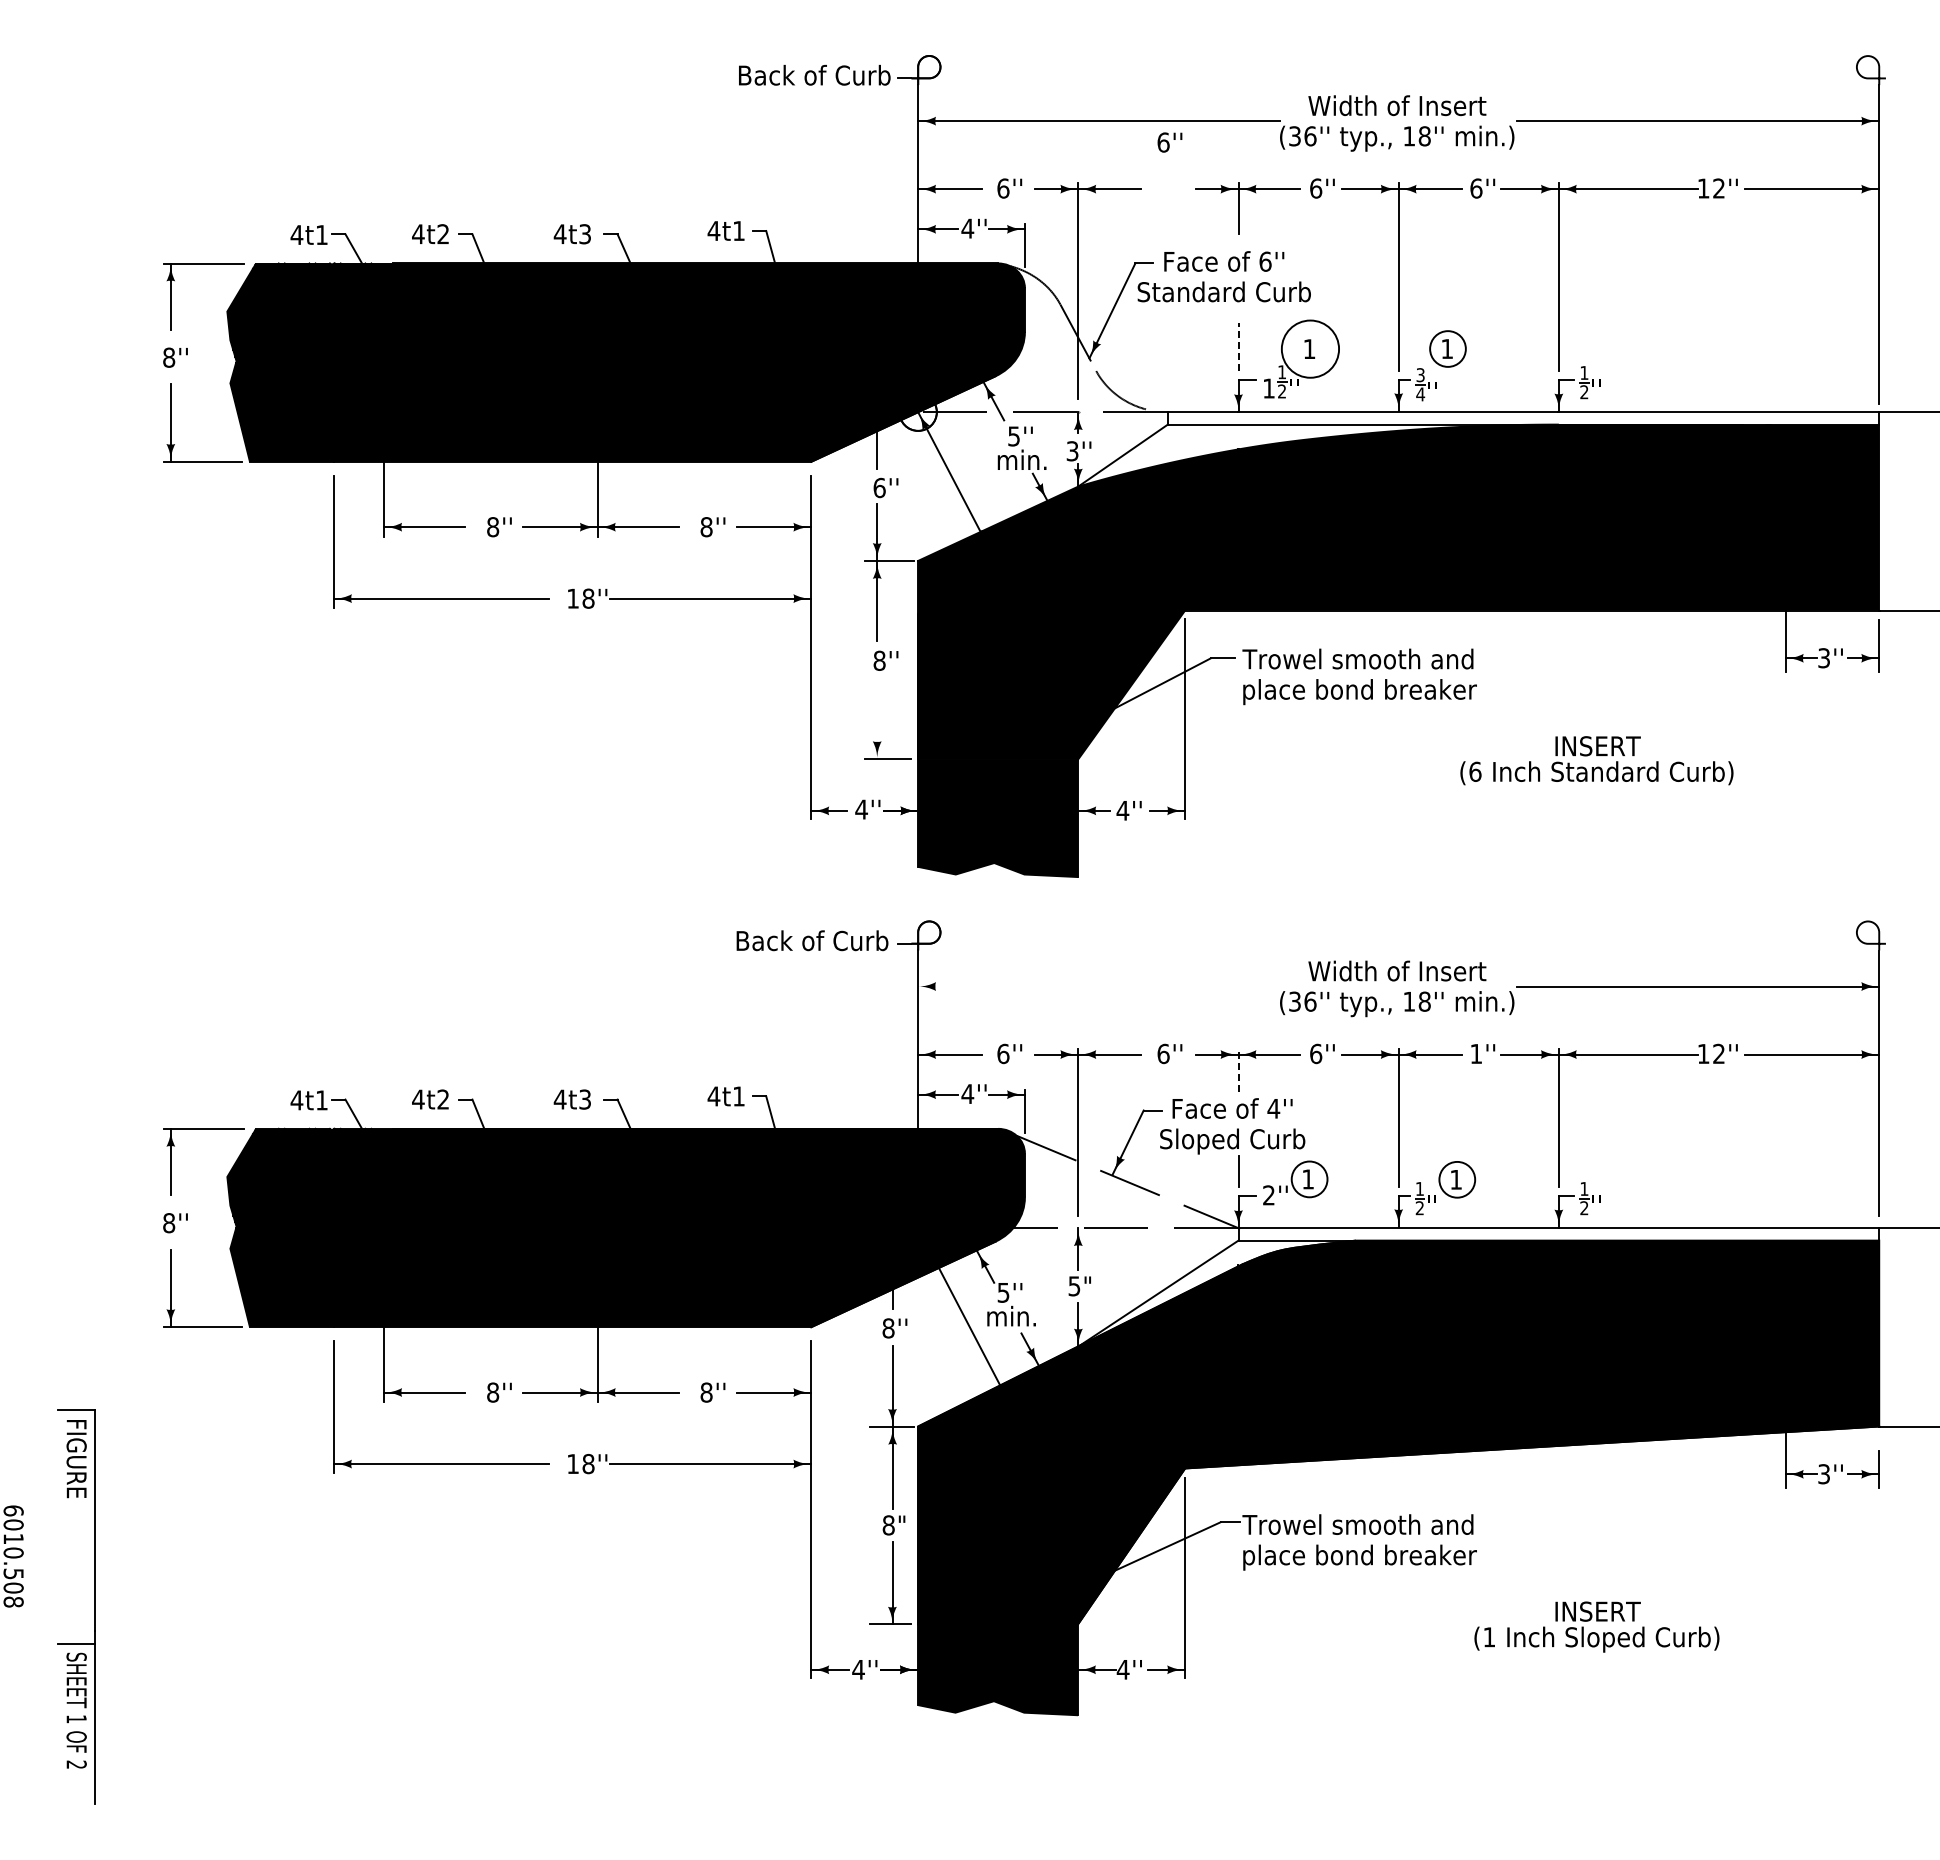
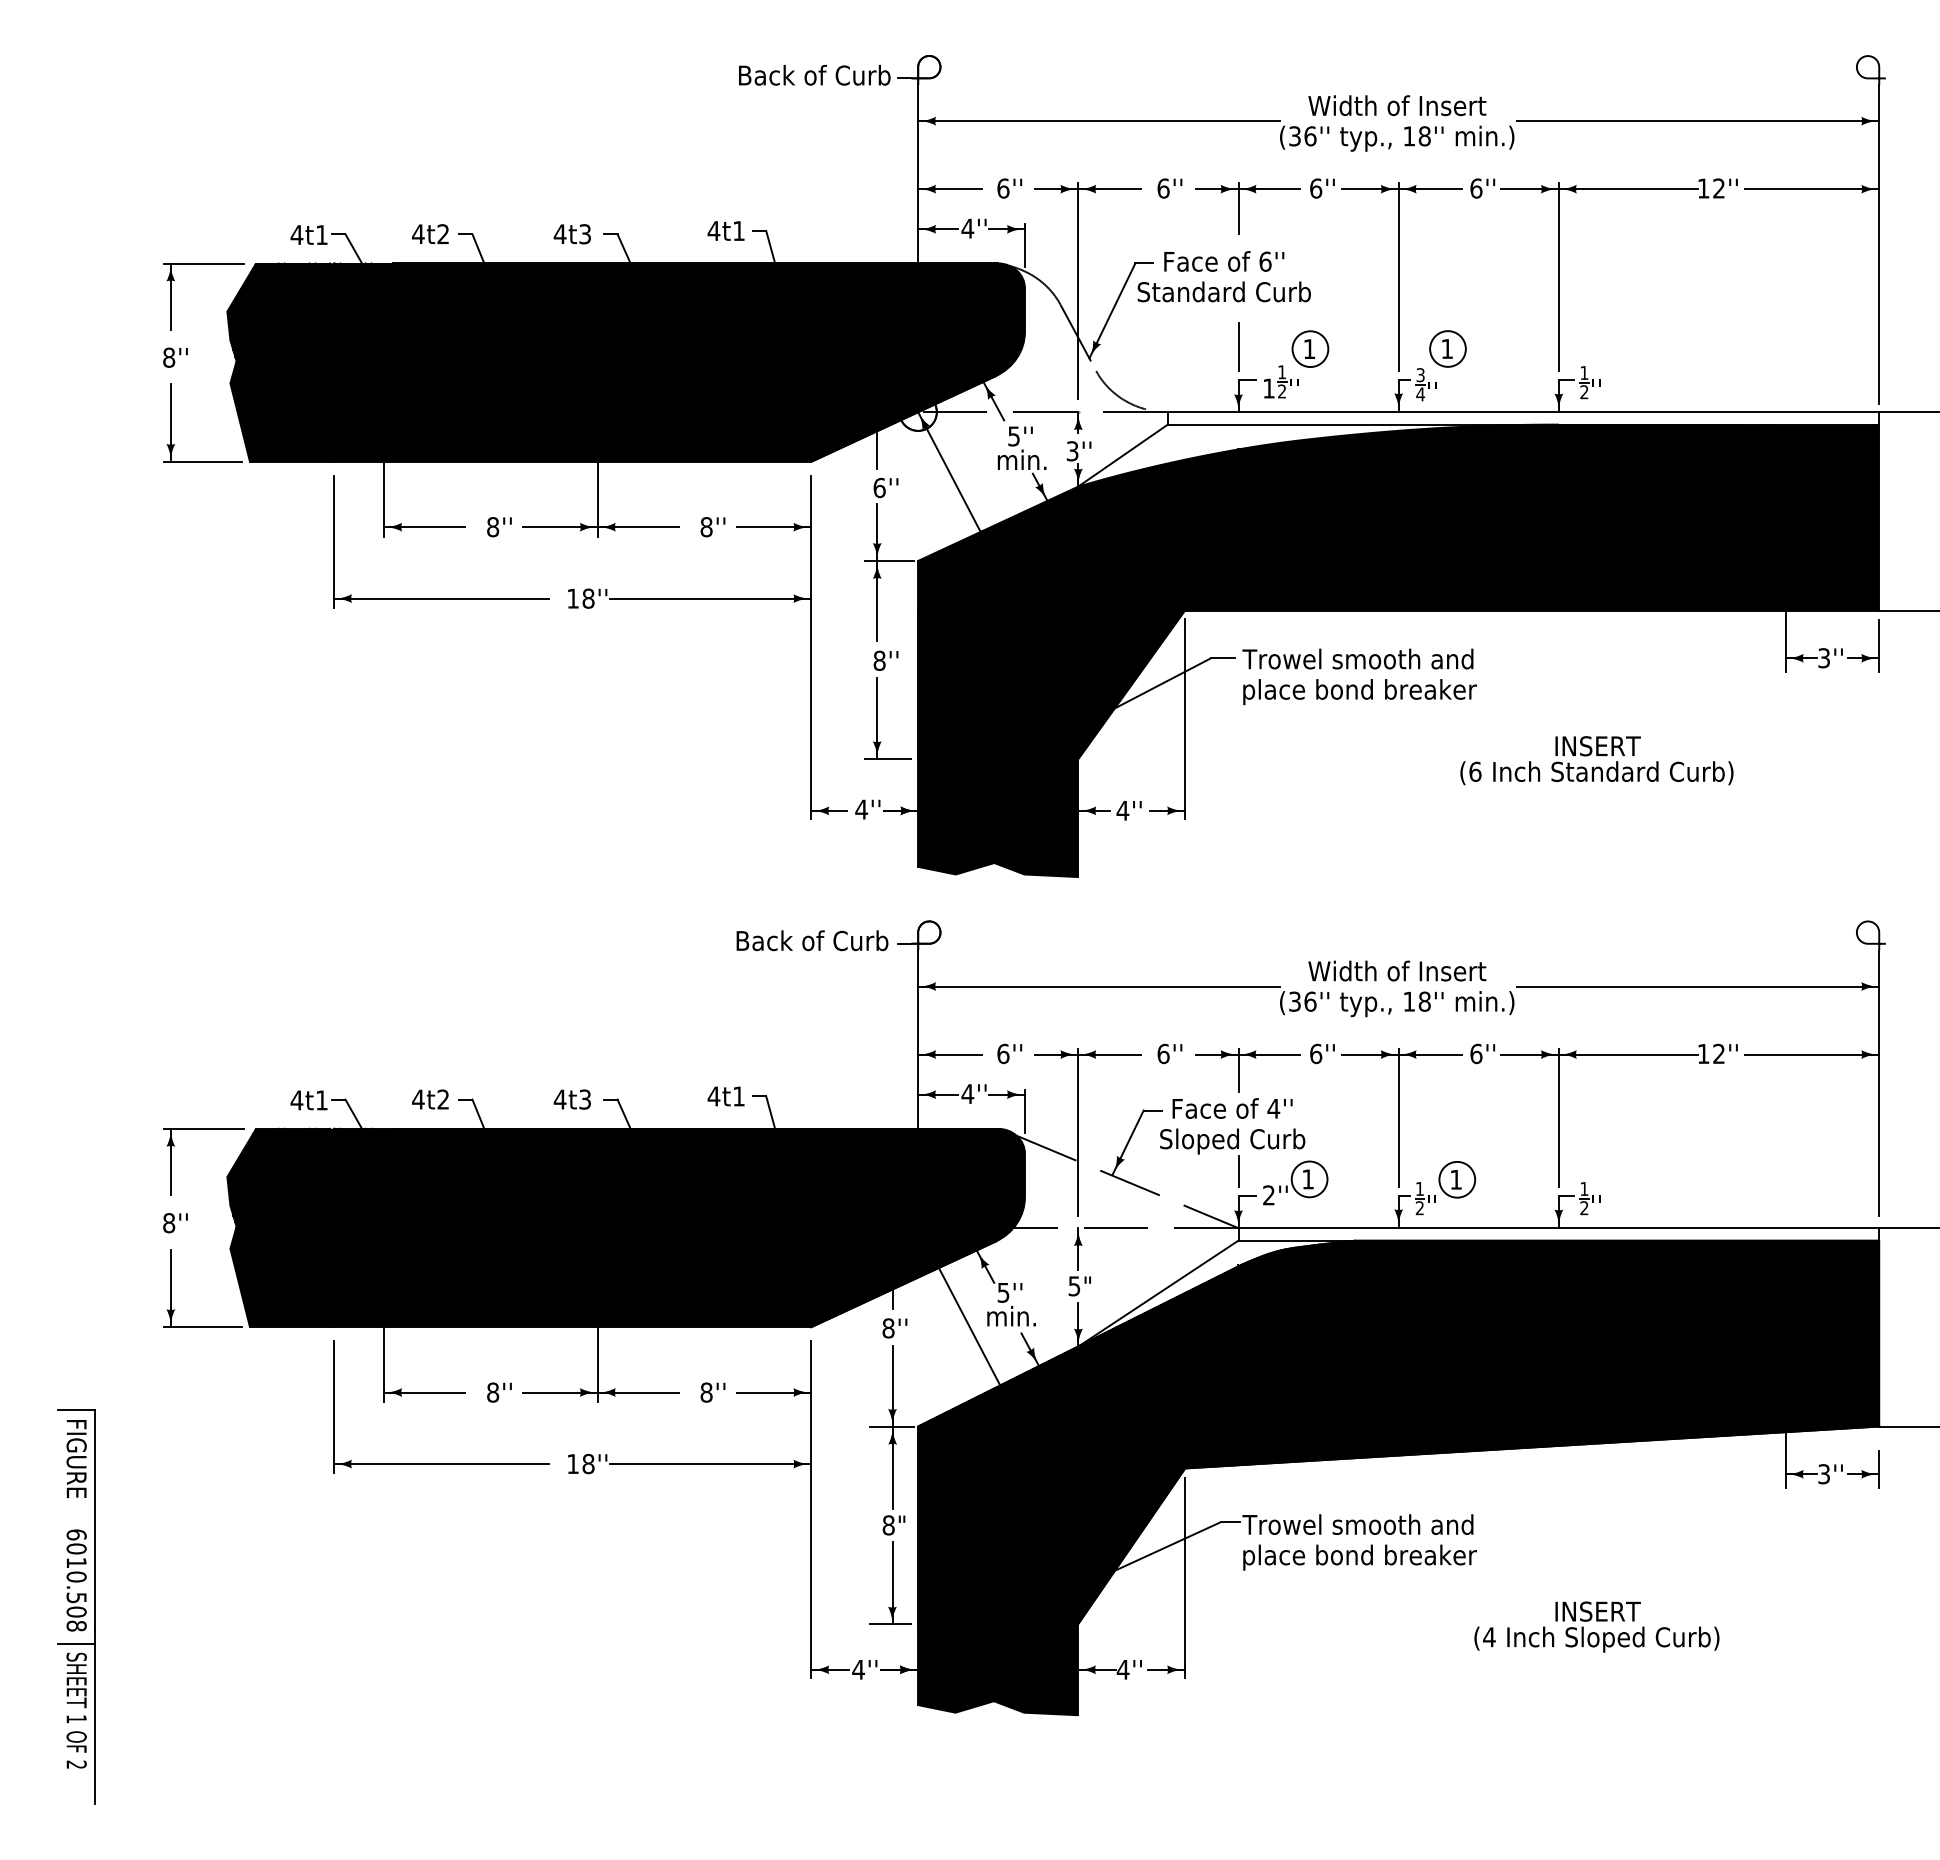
text at (1169, 142) position: (1169, 142) -> (1169, 188)
line at (1238, 346): dashed -> solid
circle at (1310, 348) diameter: 57 px -> 36 px
line at (877, 718): none -> present
line at (1099, 986): none -> present
text at (1476, 1053): 1'' -> 6''
line at (1238, 1070): dashed -> solid
text at (13, 1556) position: (13, 1556) -> (76, 1580)
text at (1489, 1637): (1 -> (4
